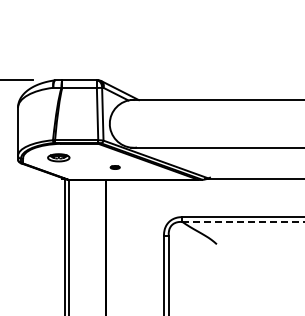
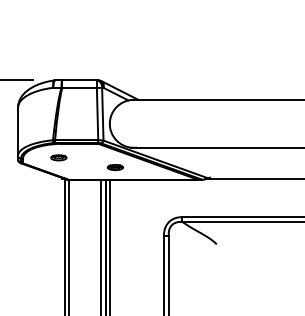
part at (58, 157) size: 24x10 px -> 18x8 px
part at (114, 167) size: 12x5 px -> 18x7 px
line at (243, 221): dashed -> solid
line at (101, 245): none -> present
line at (109, 245): none -> present
